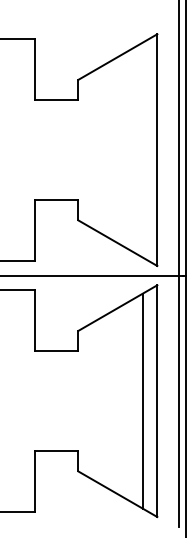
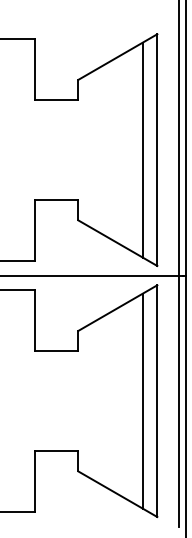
line at (142, 149): none -> present
